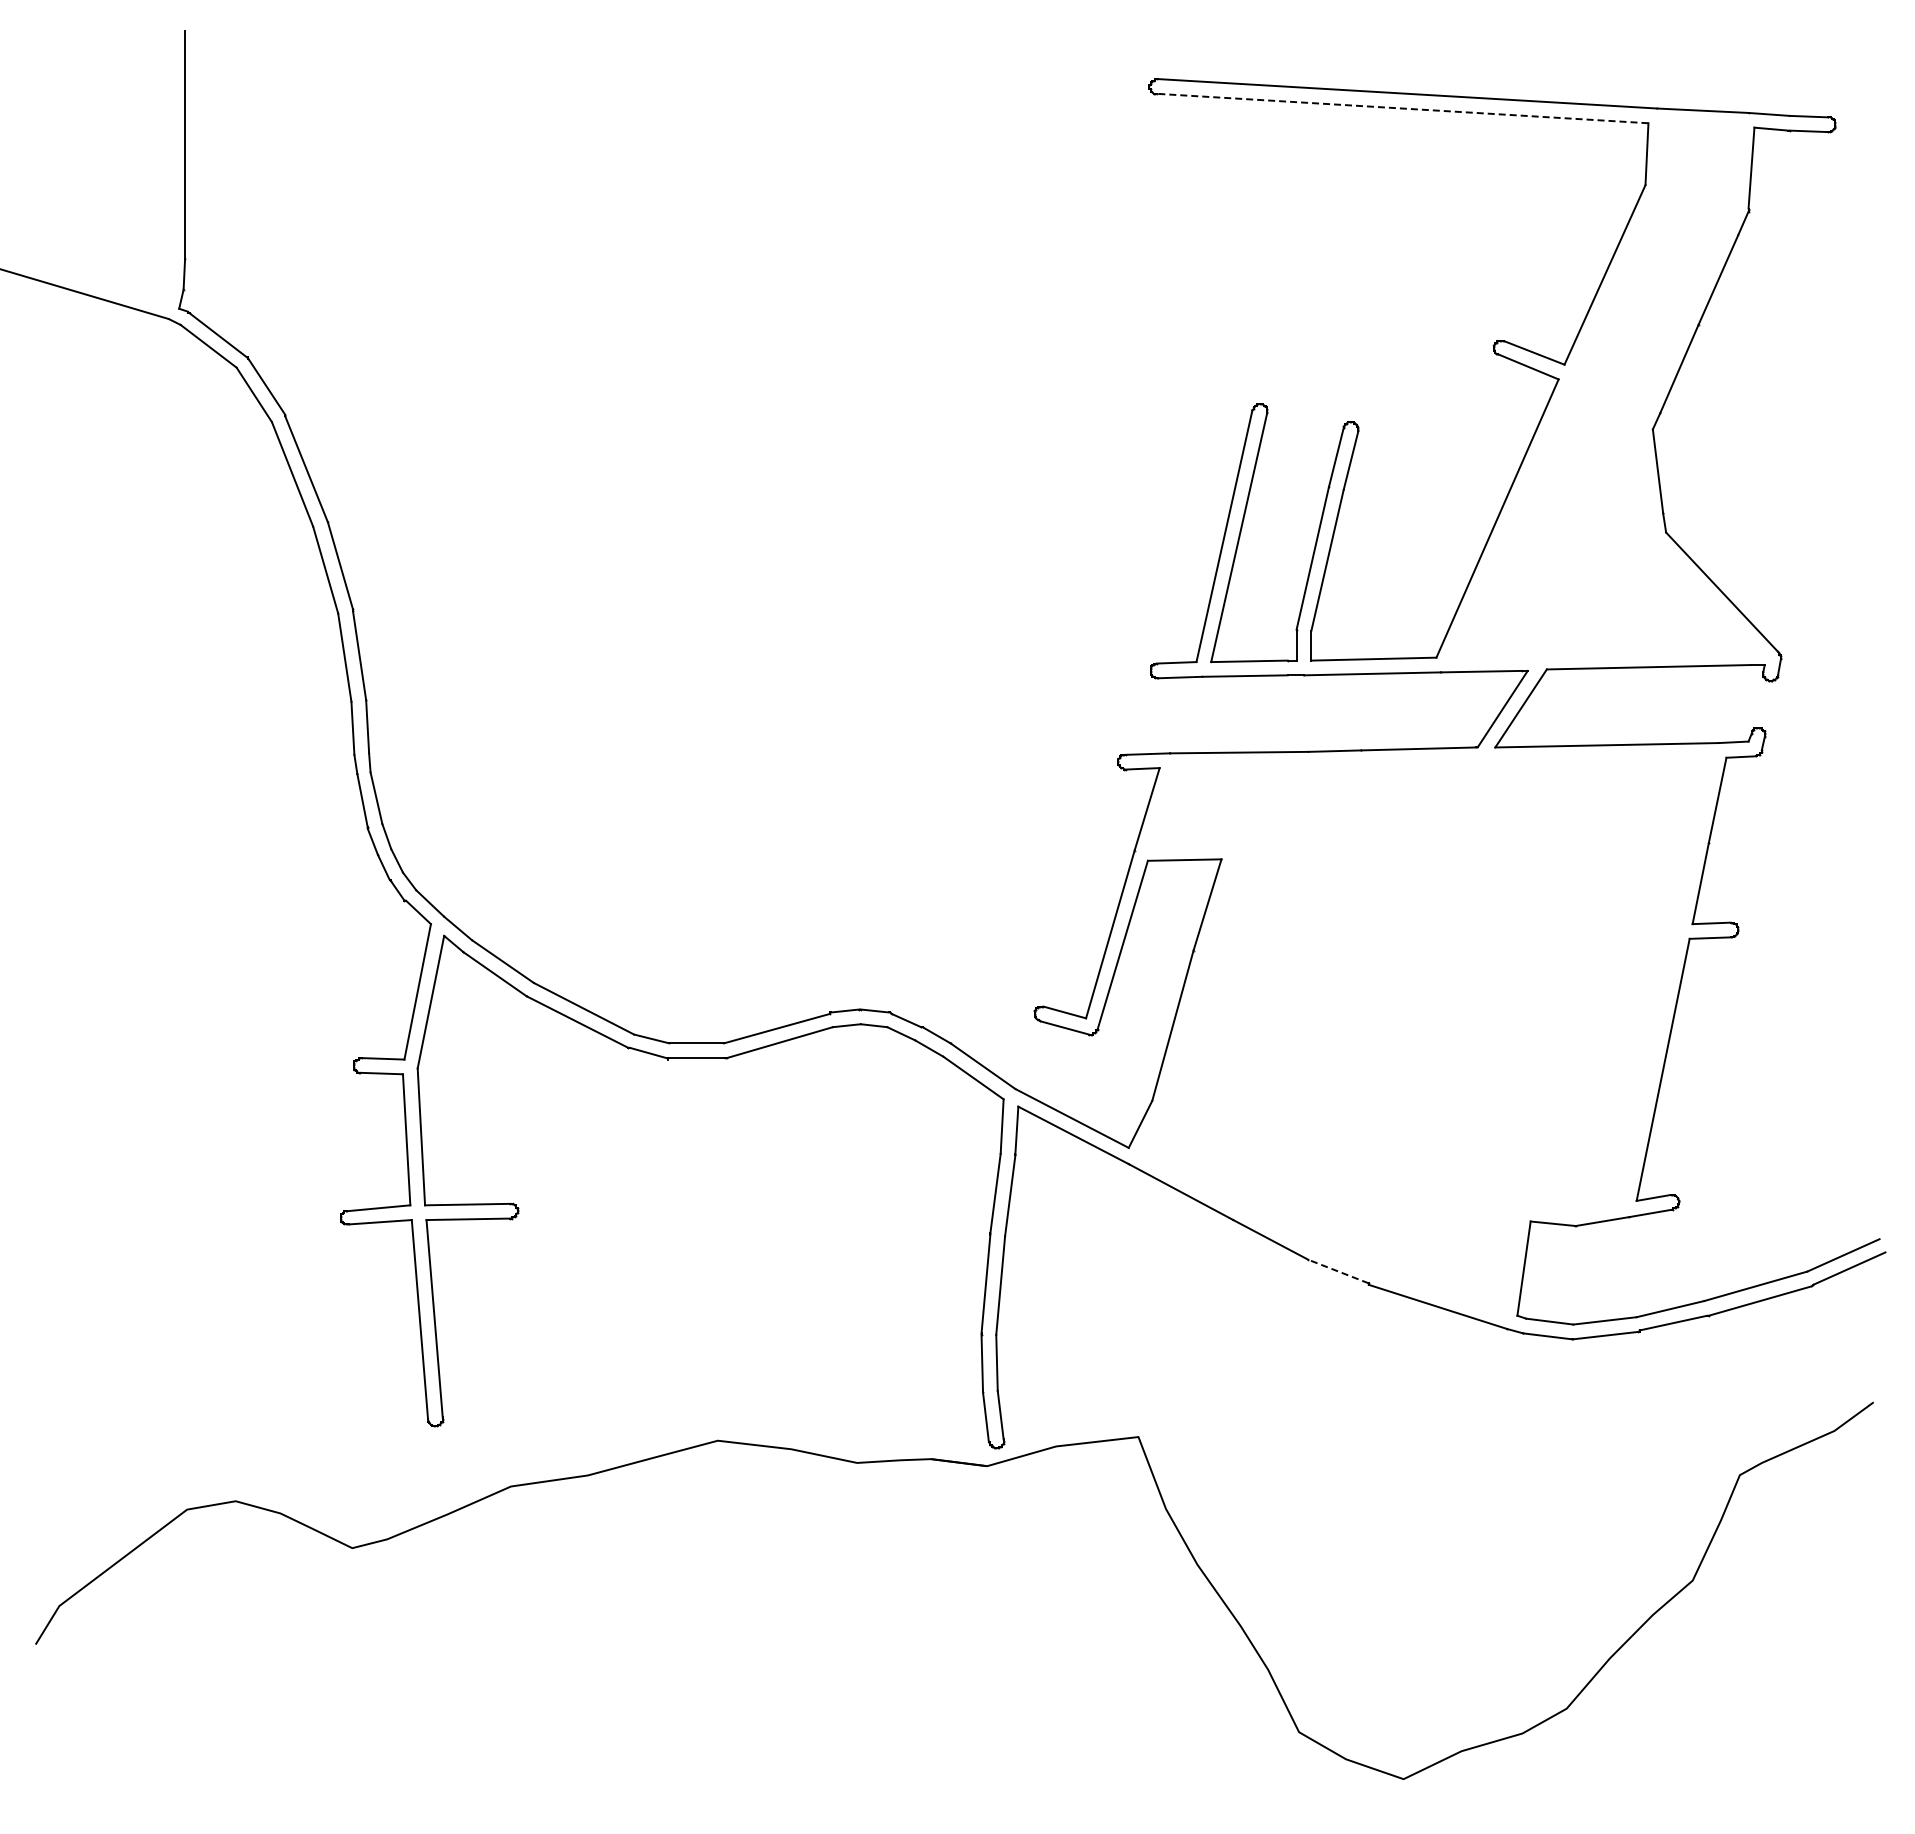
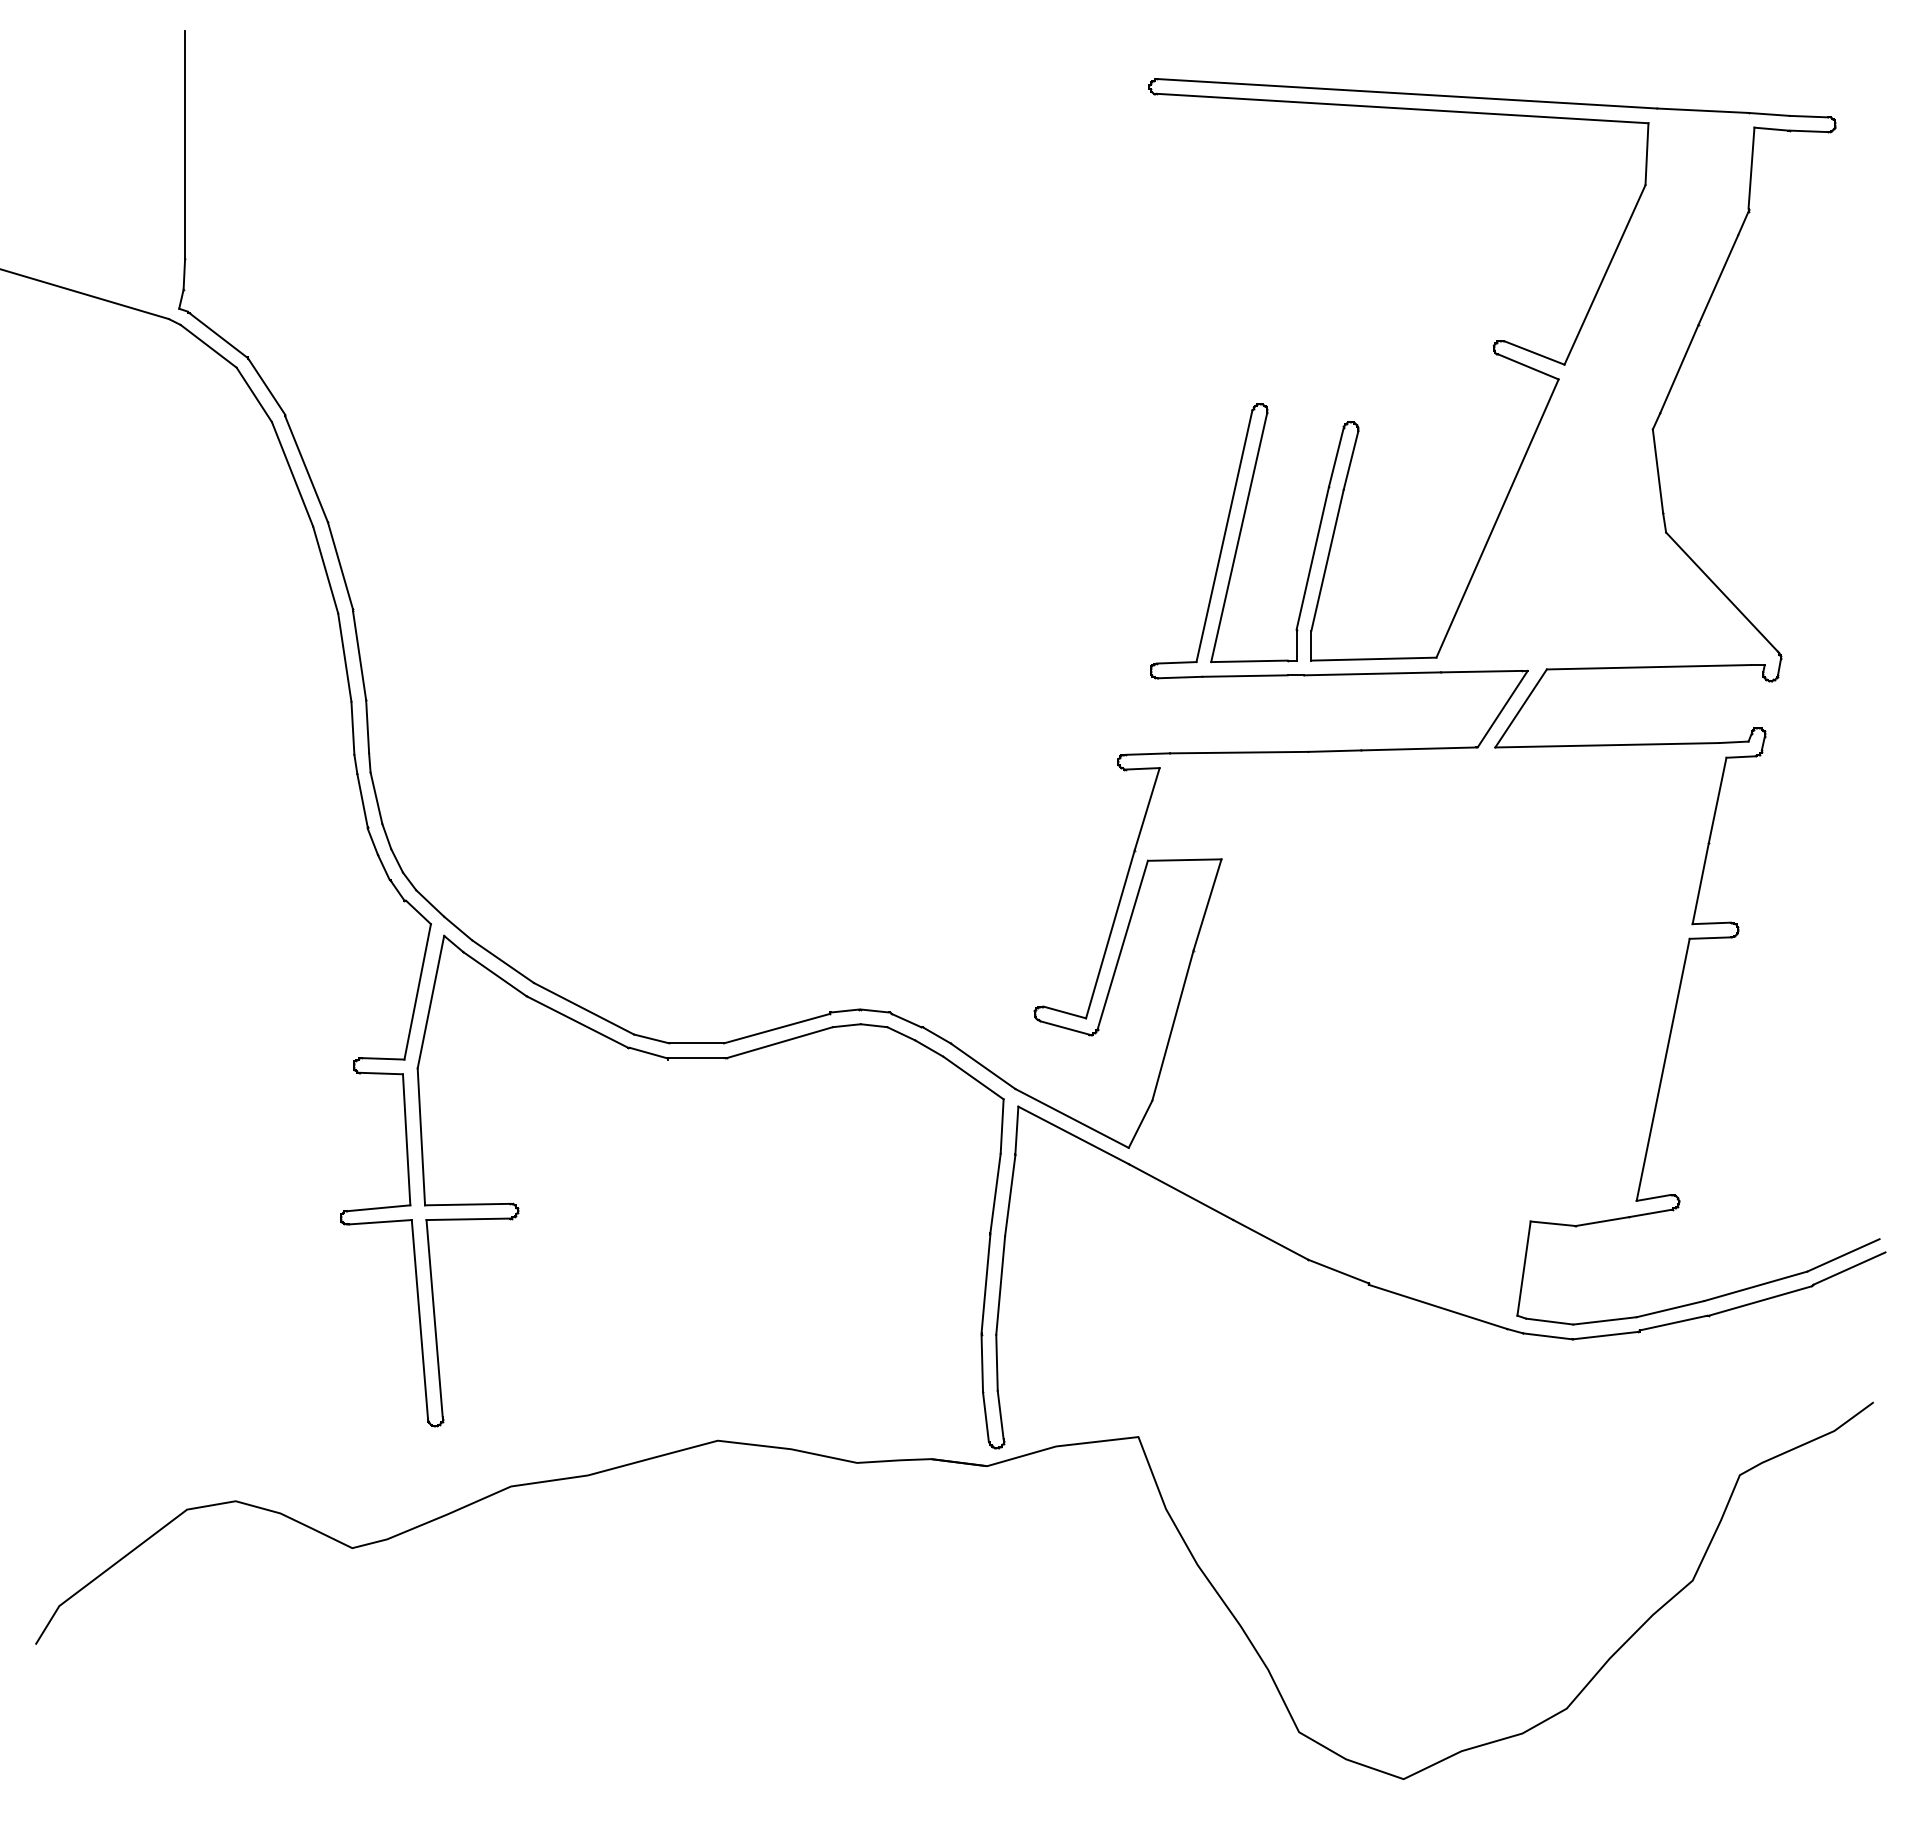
line at (1402, 108): dashed -> solid
line at (1338, 1271): dashed -> solid
